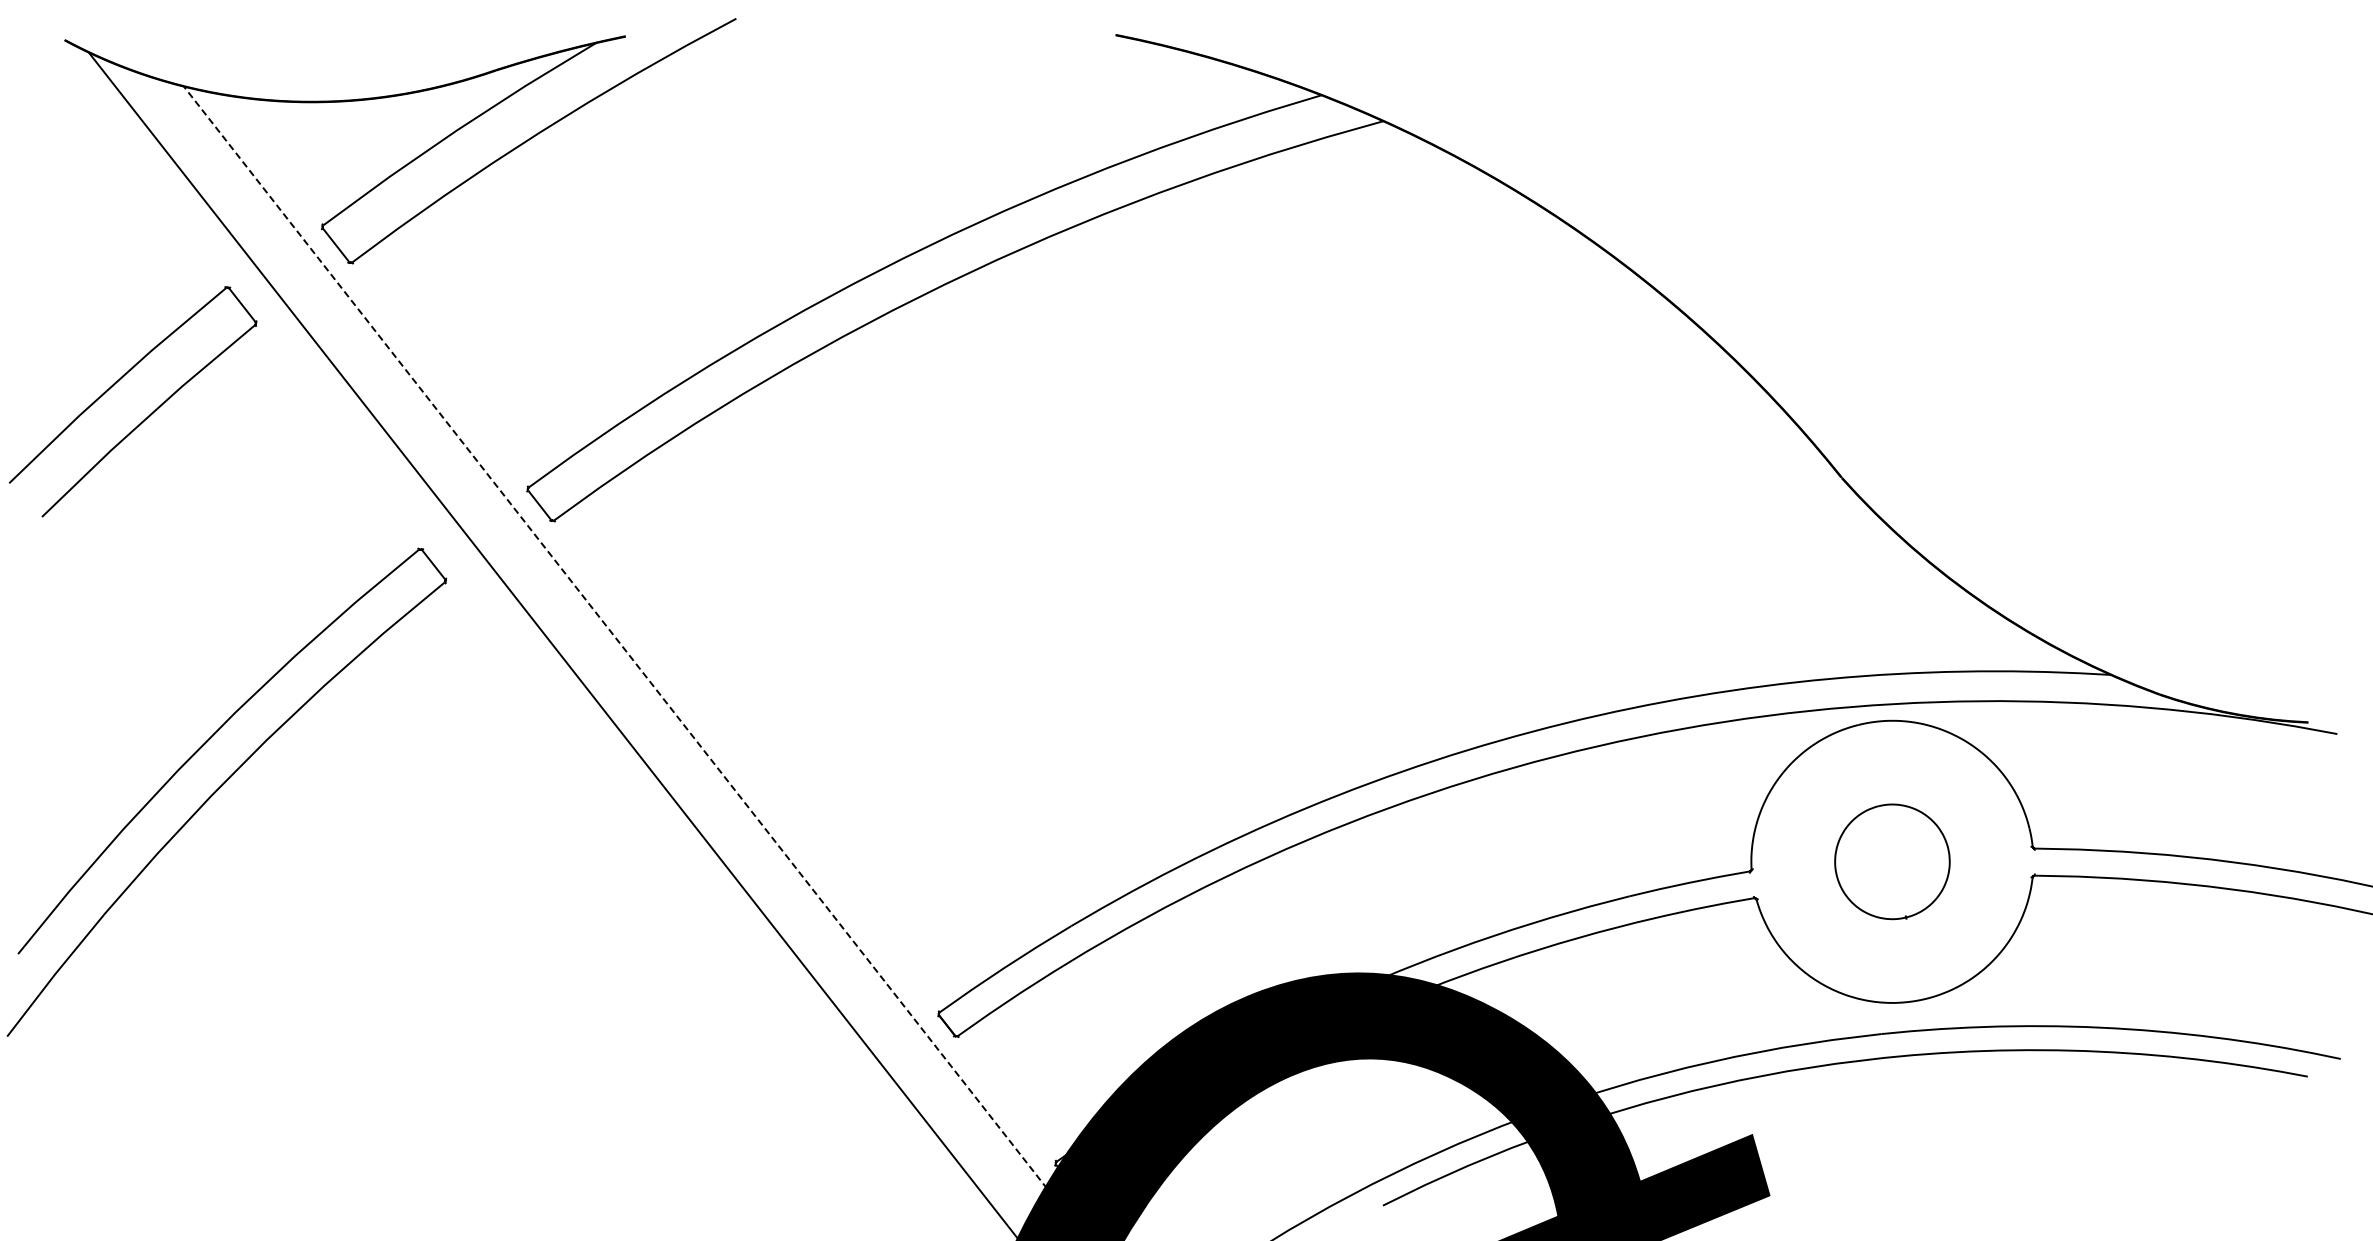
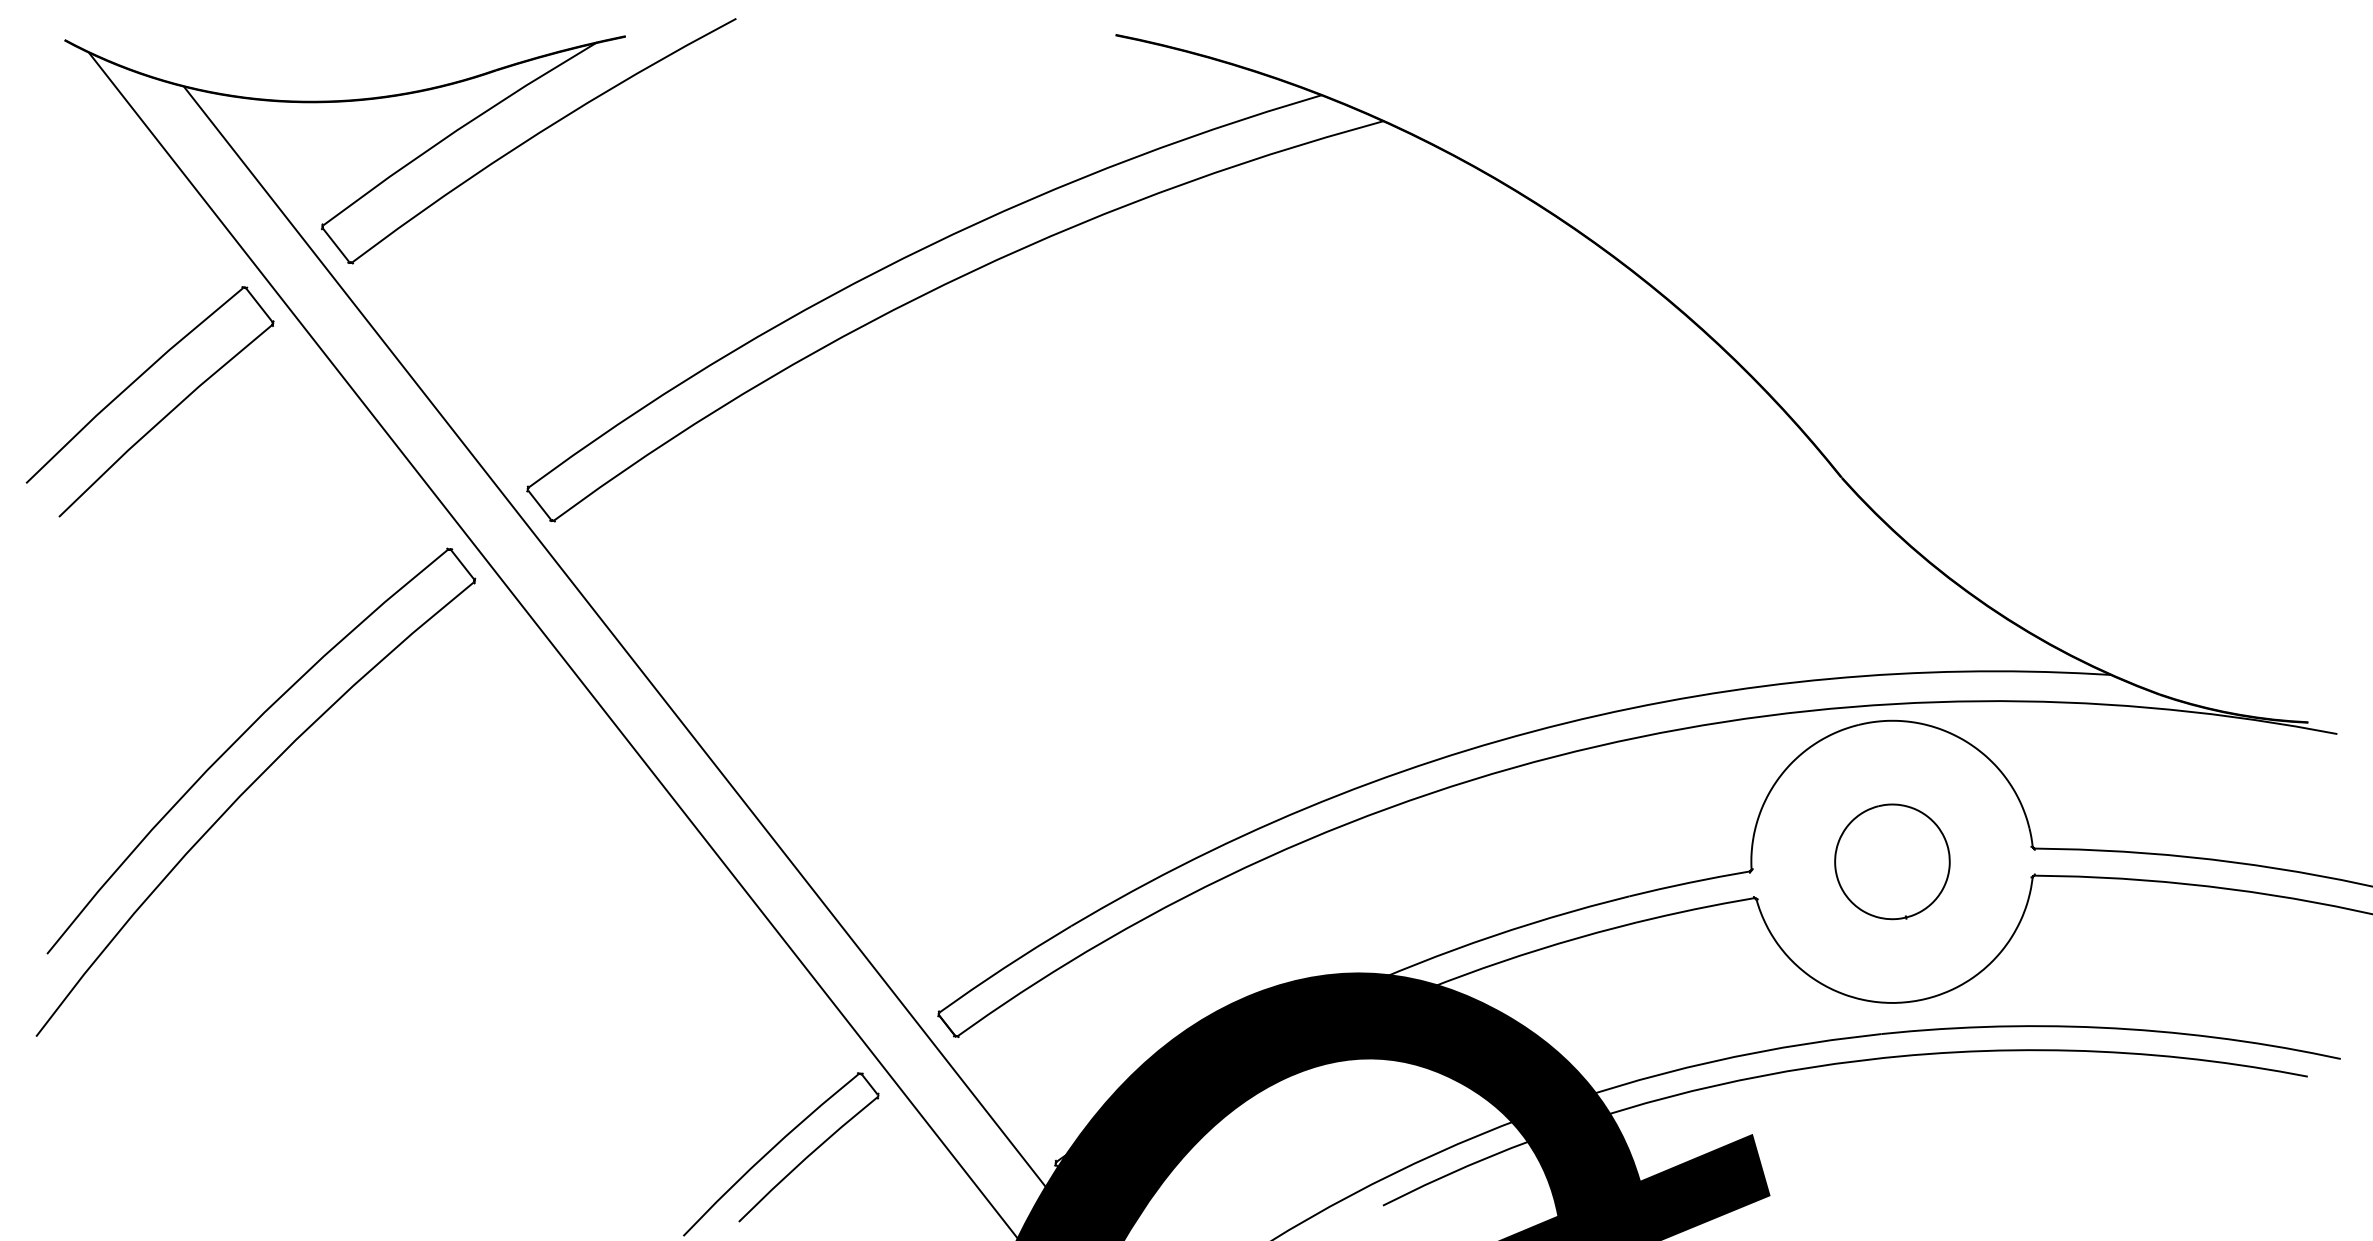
part at (147, 416) position: (147, 416) -> (164, 416)
line at (635, 663): dashed -> solid
part at (222, 786) position: (222, 786) -> (251, 786)
part at (775, 1147): none -> present
